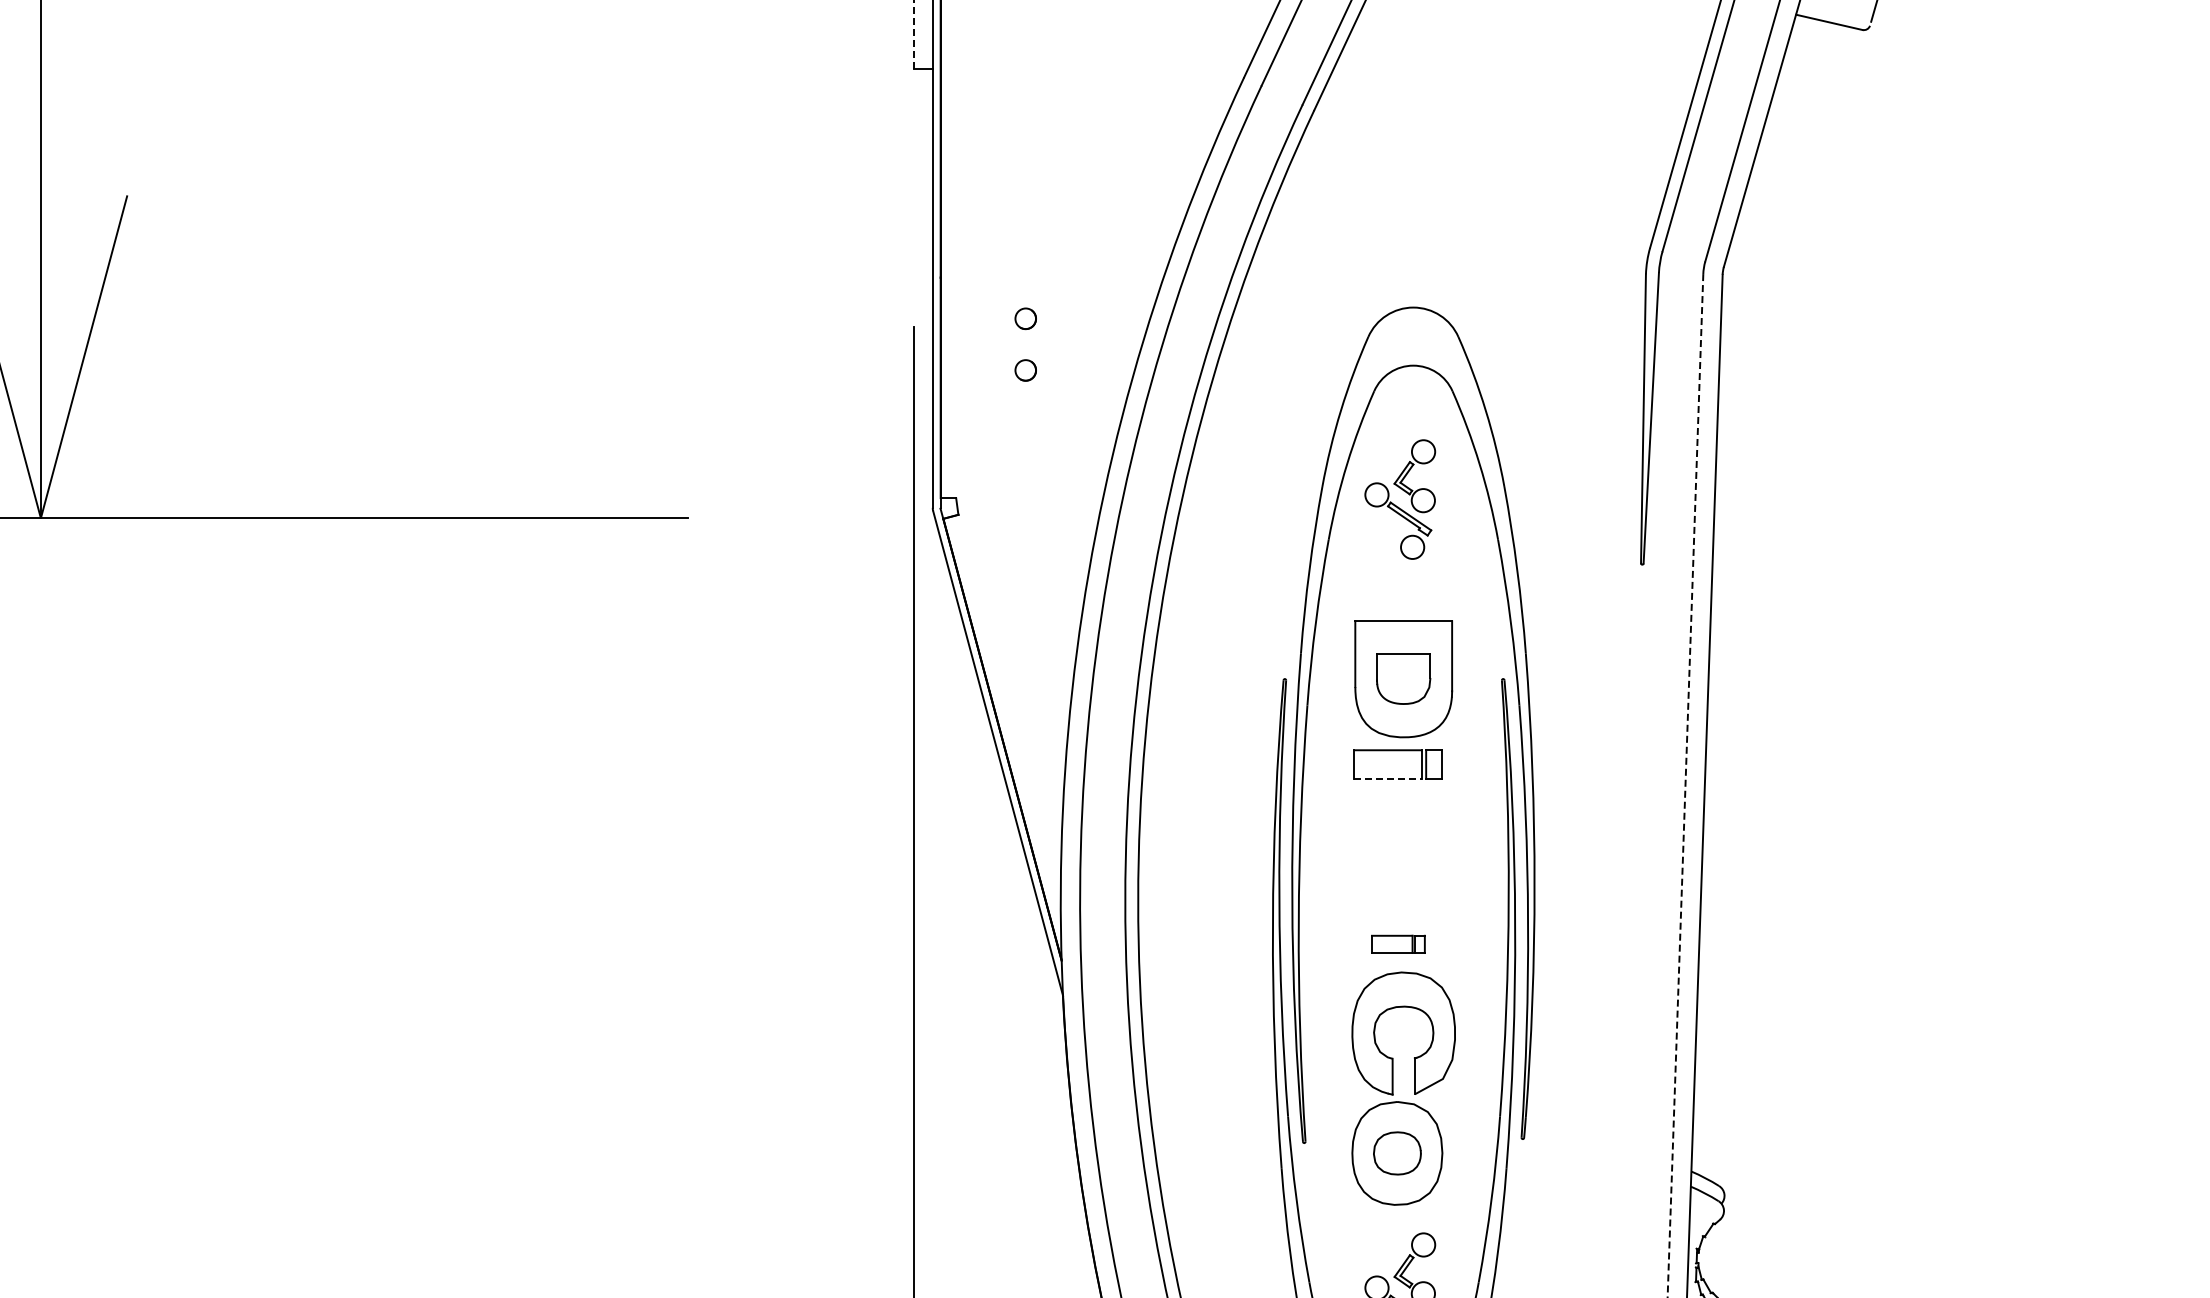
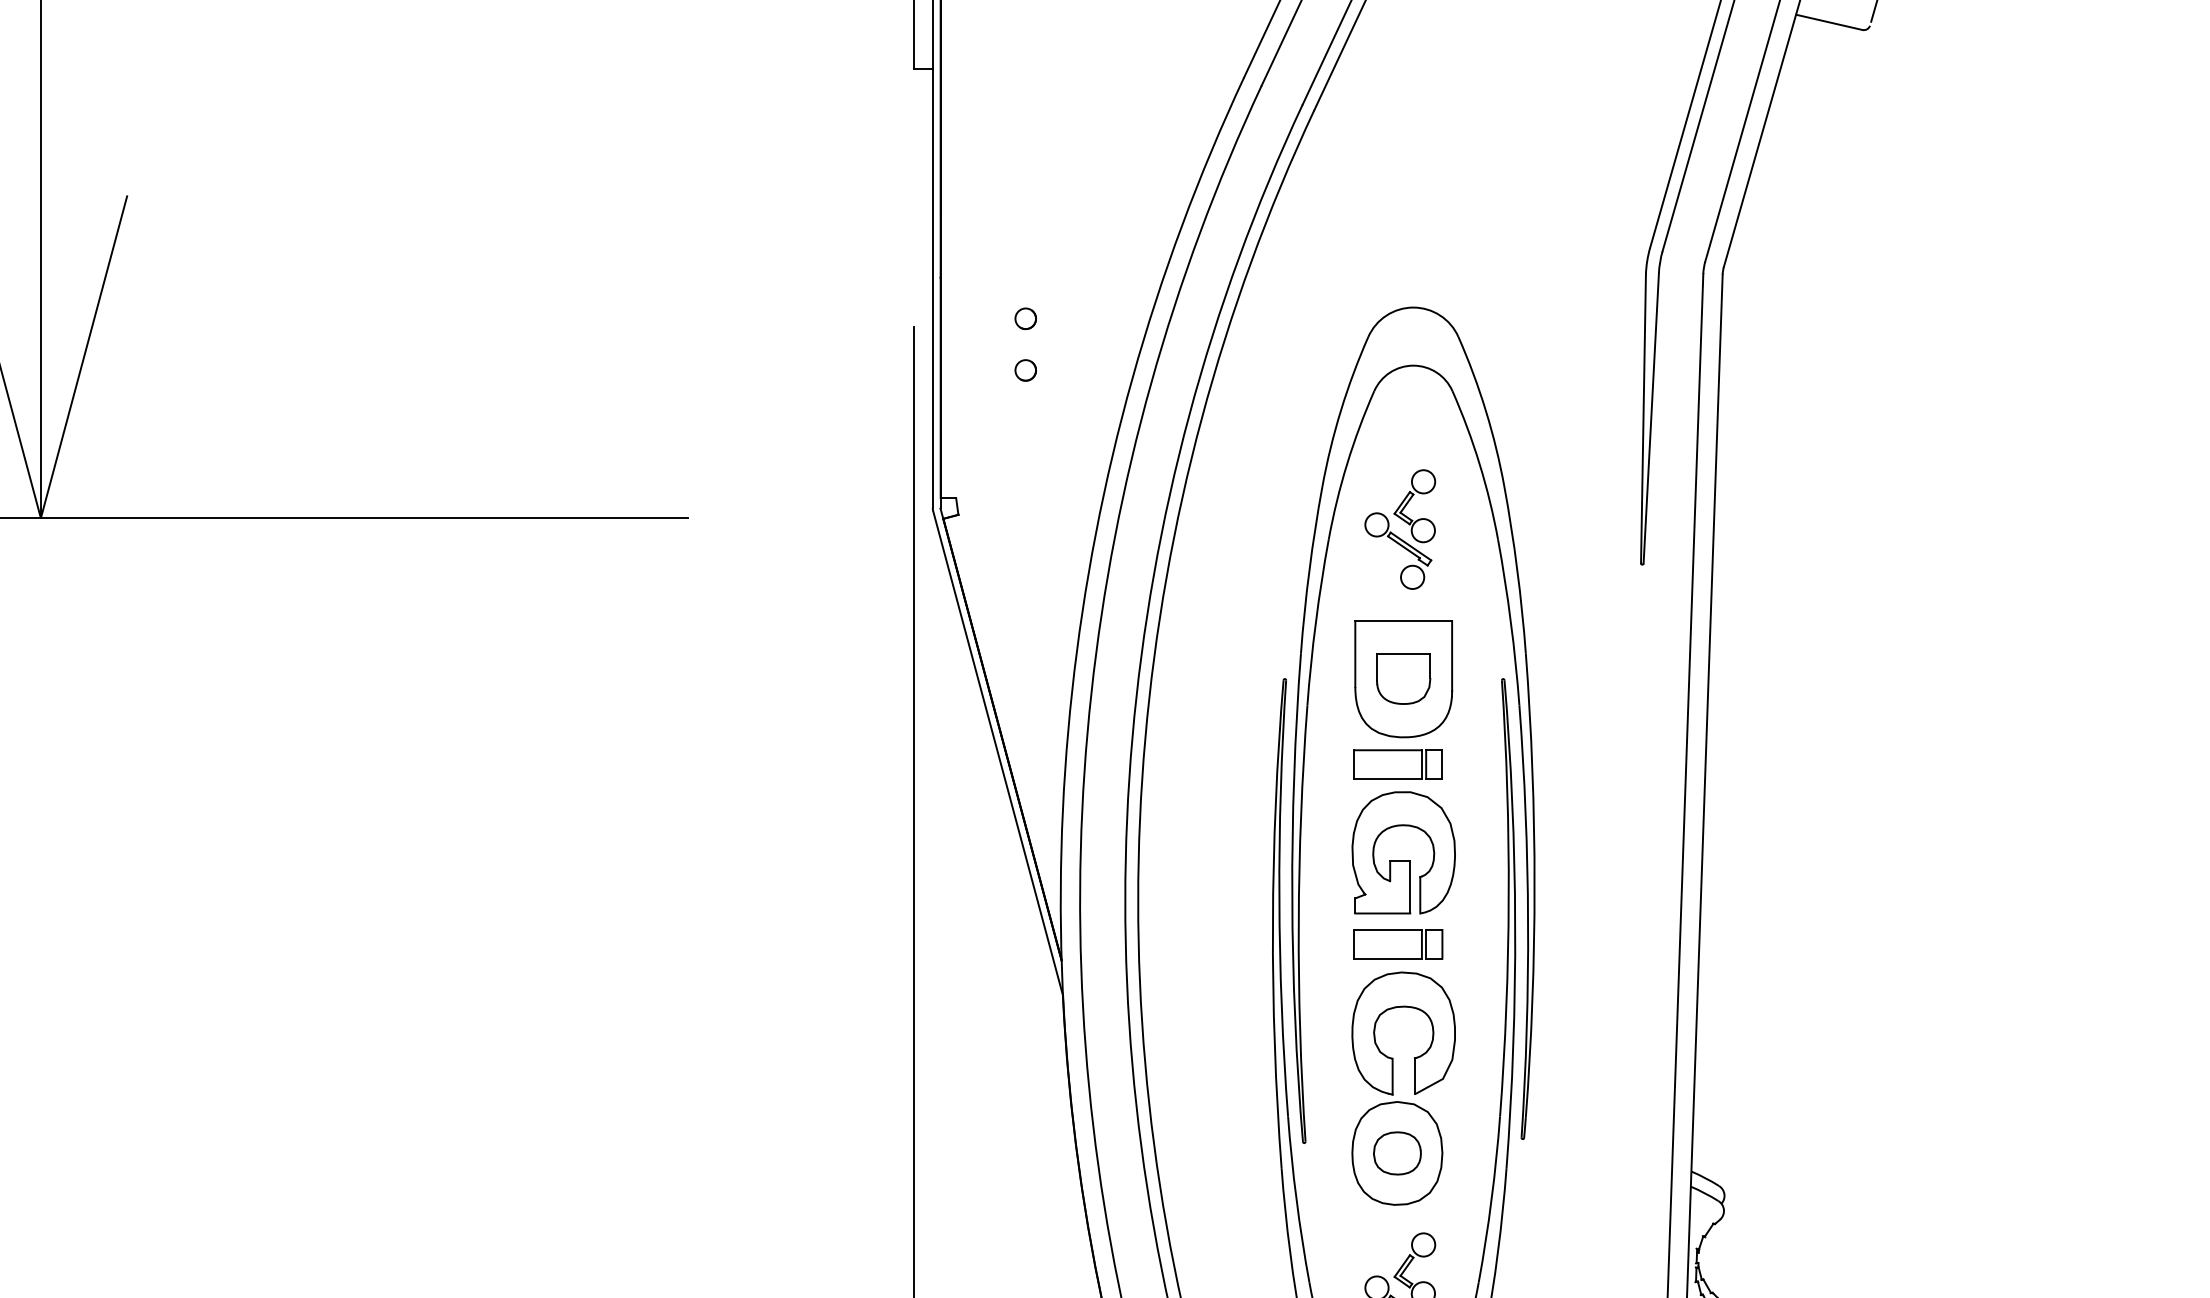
line at (913, 34): dashed -> solid
part at (1395, 504) position: (1395, 504) -> (1395, 534)
line at (1388, 779): dashed -> solid
line at (1685, 785): dashed -> solid
part at (1403, 860): none -> present
part at (1398, 943) size: 55x20 px -> 91x31 px
